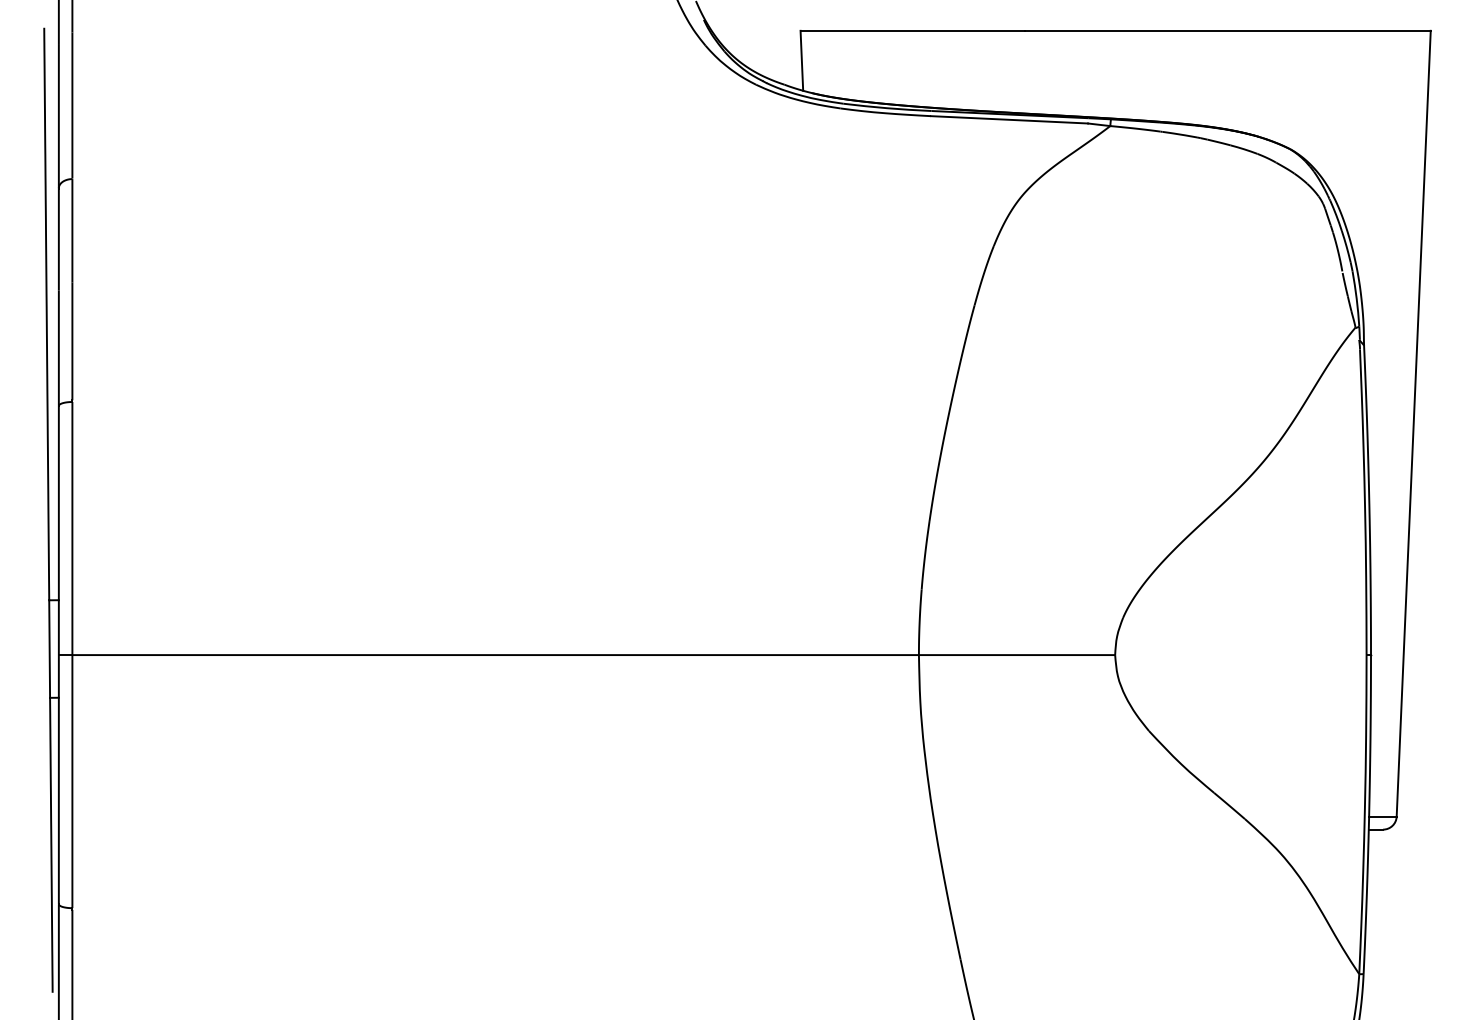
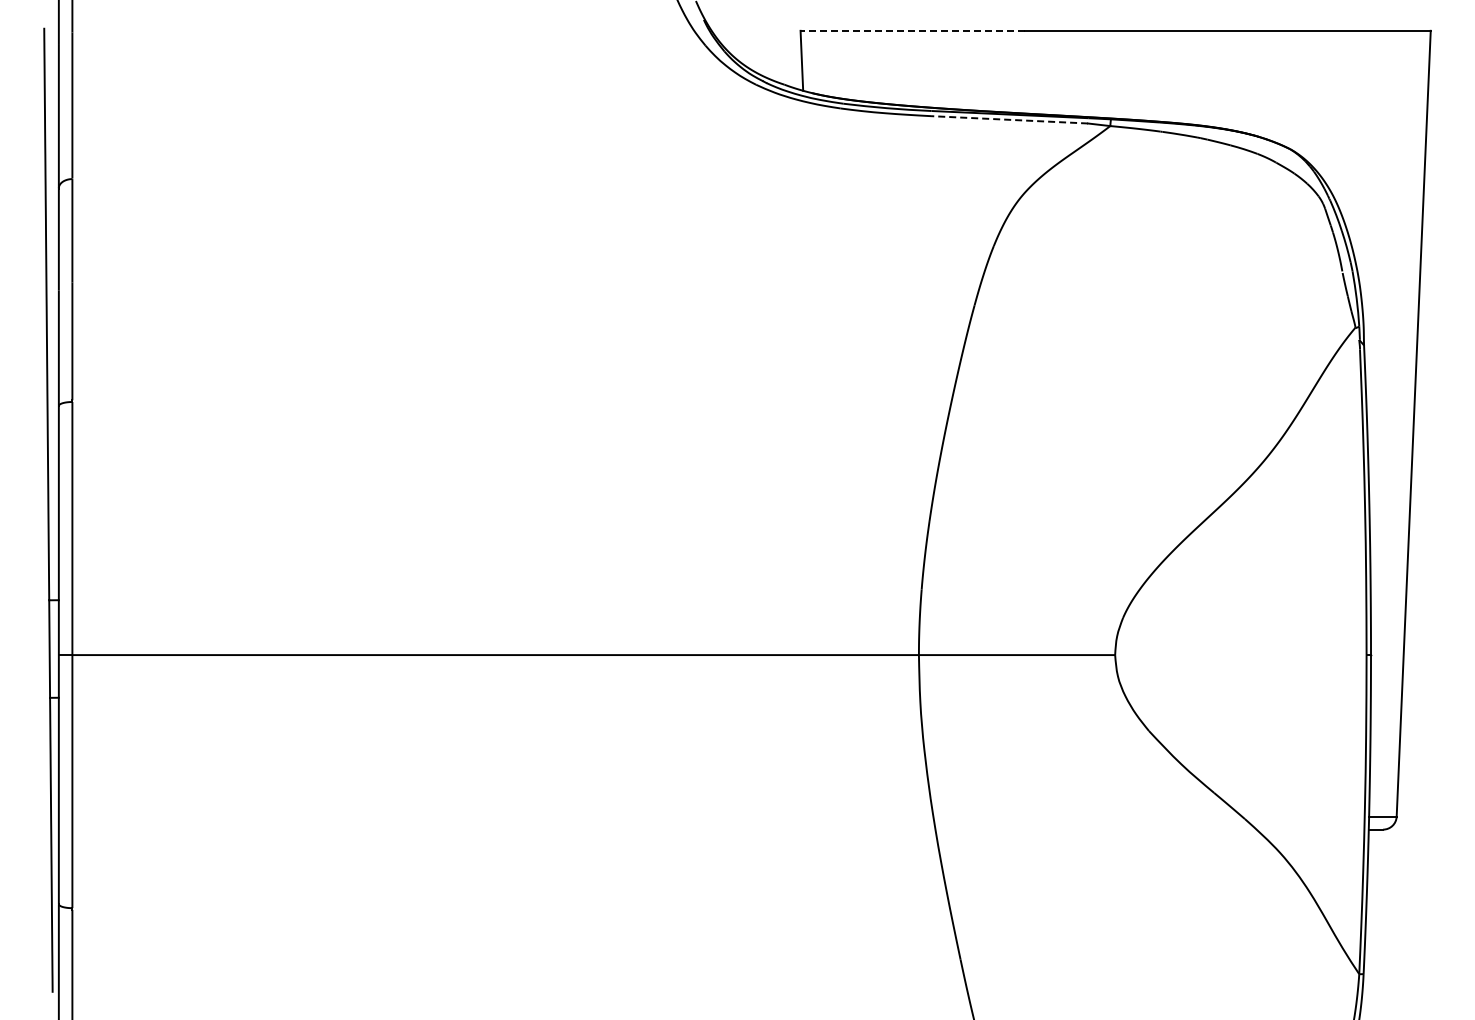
line at (912, 30): solid -> dashed
line at (1009, 119): solid -> dashed
